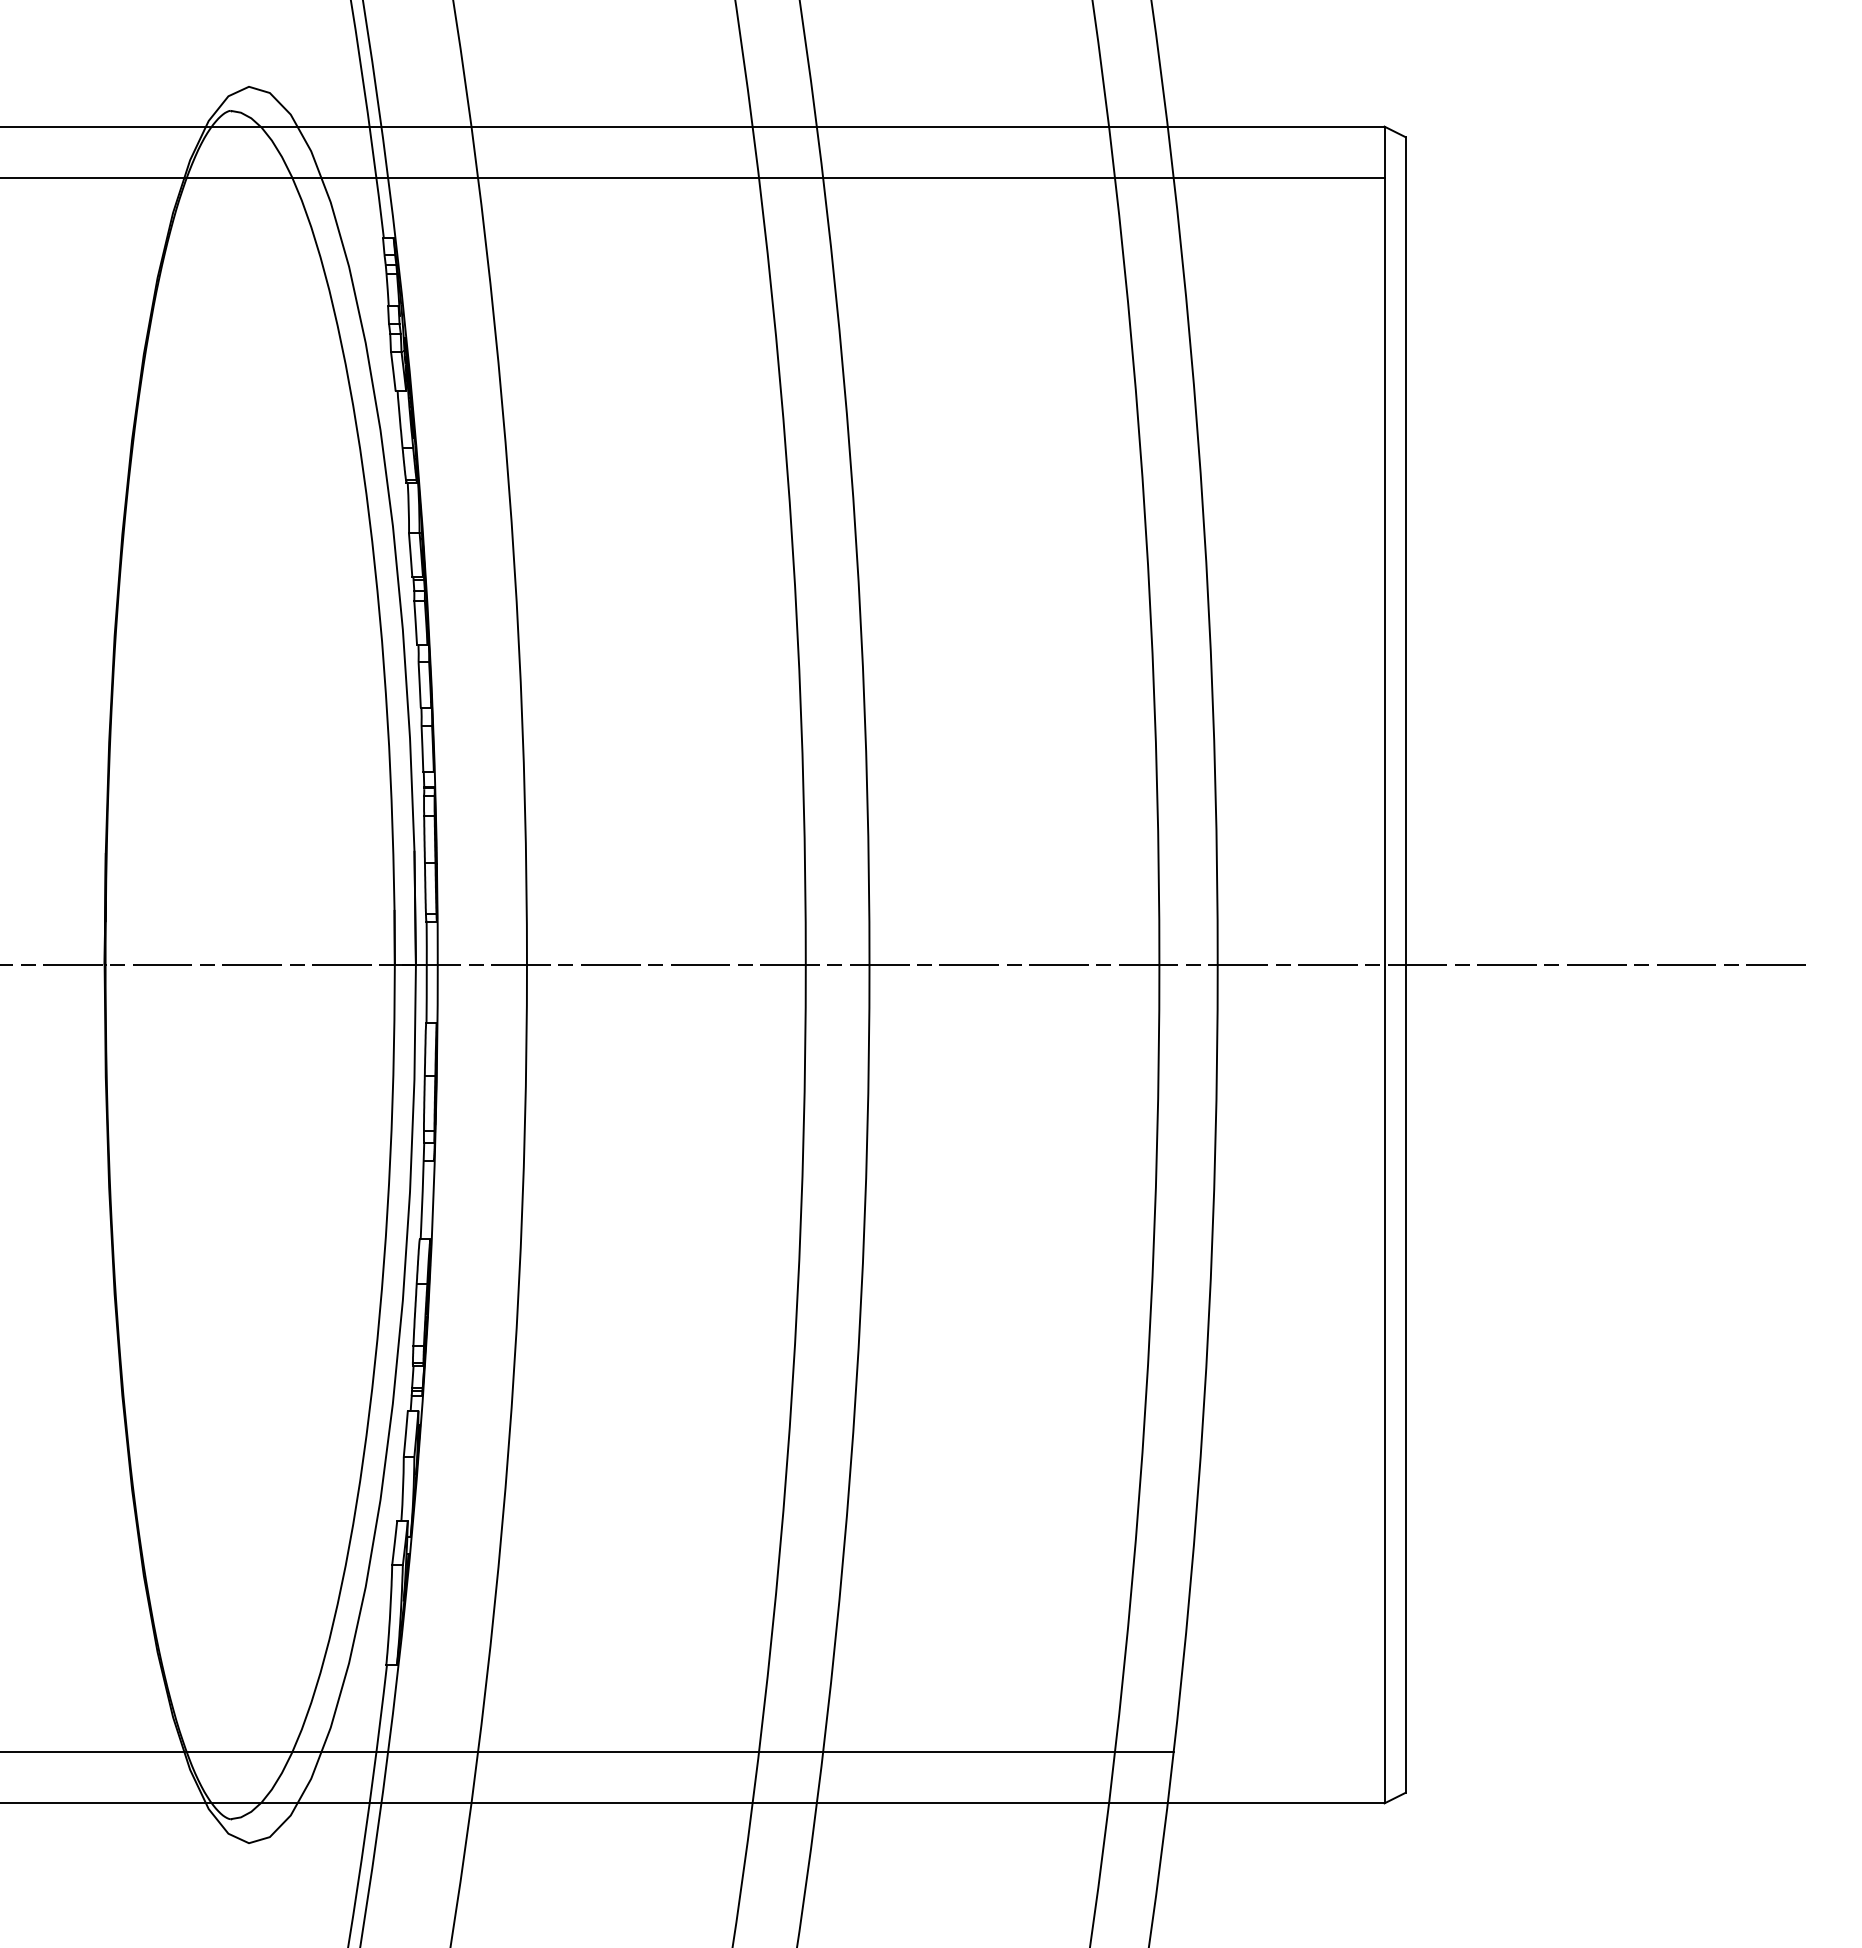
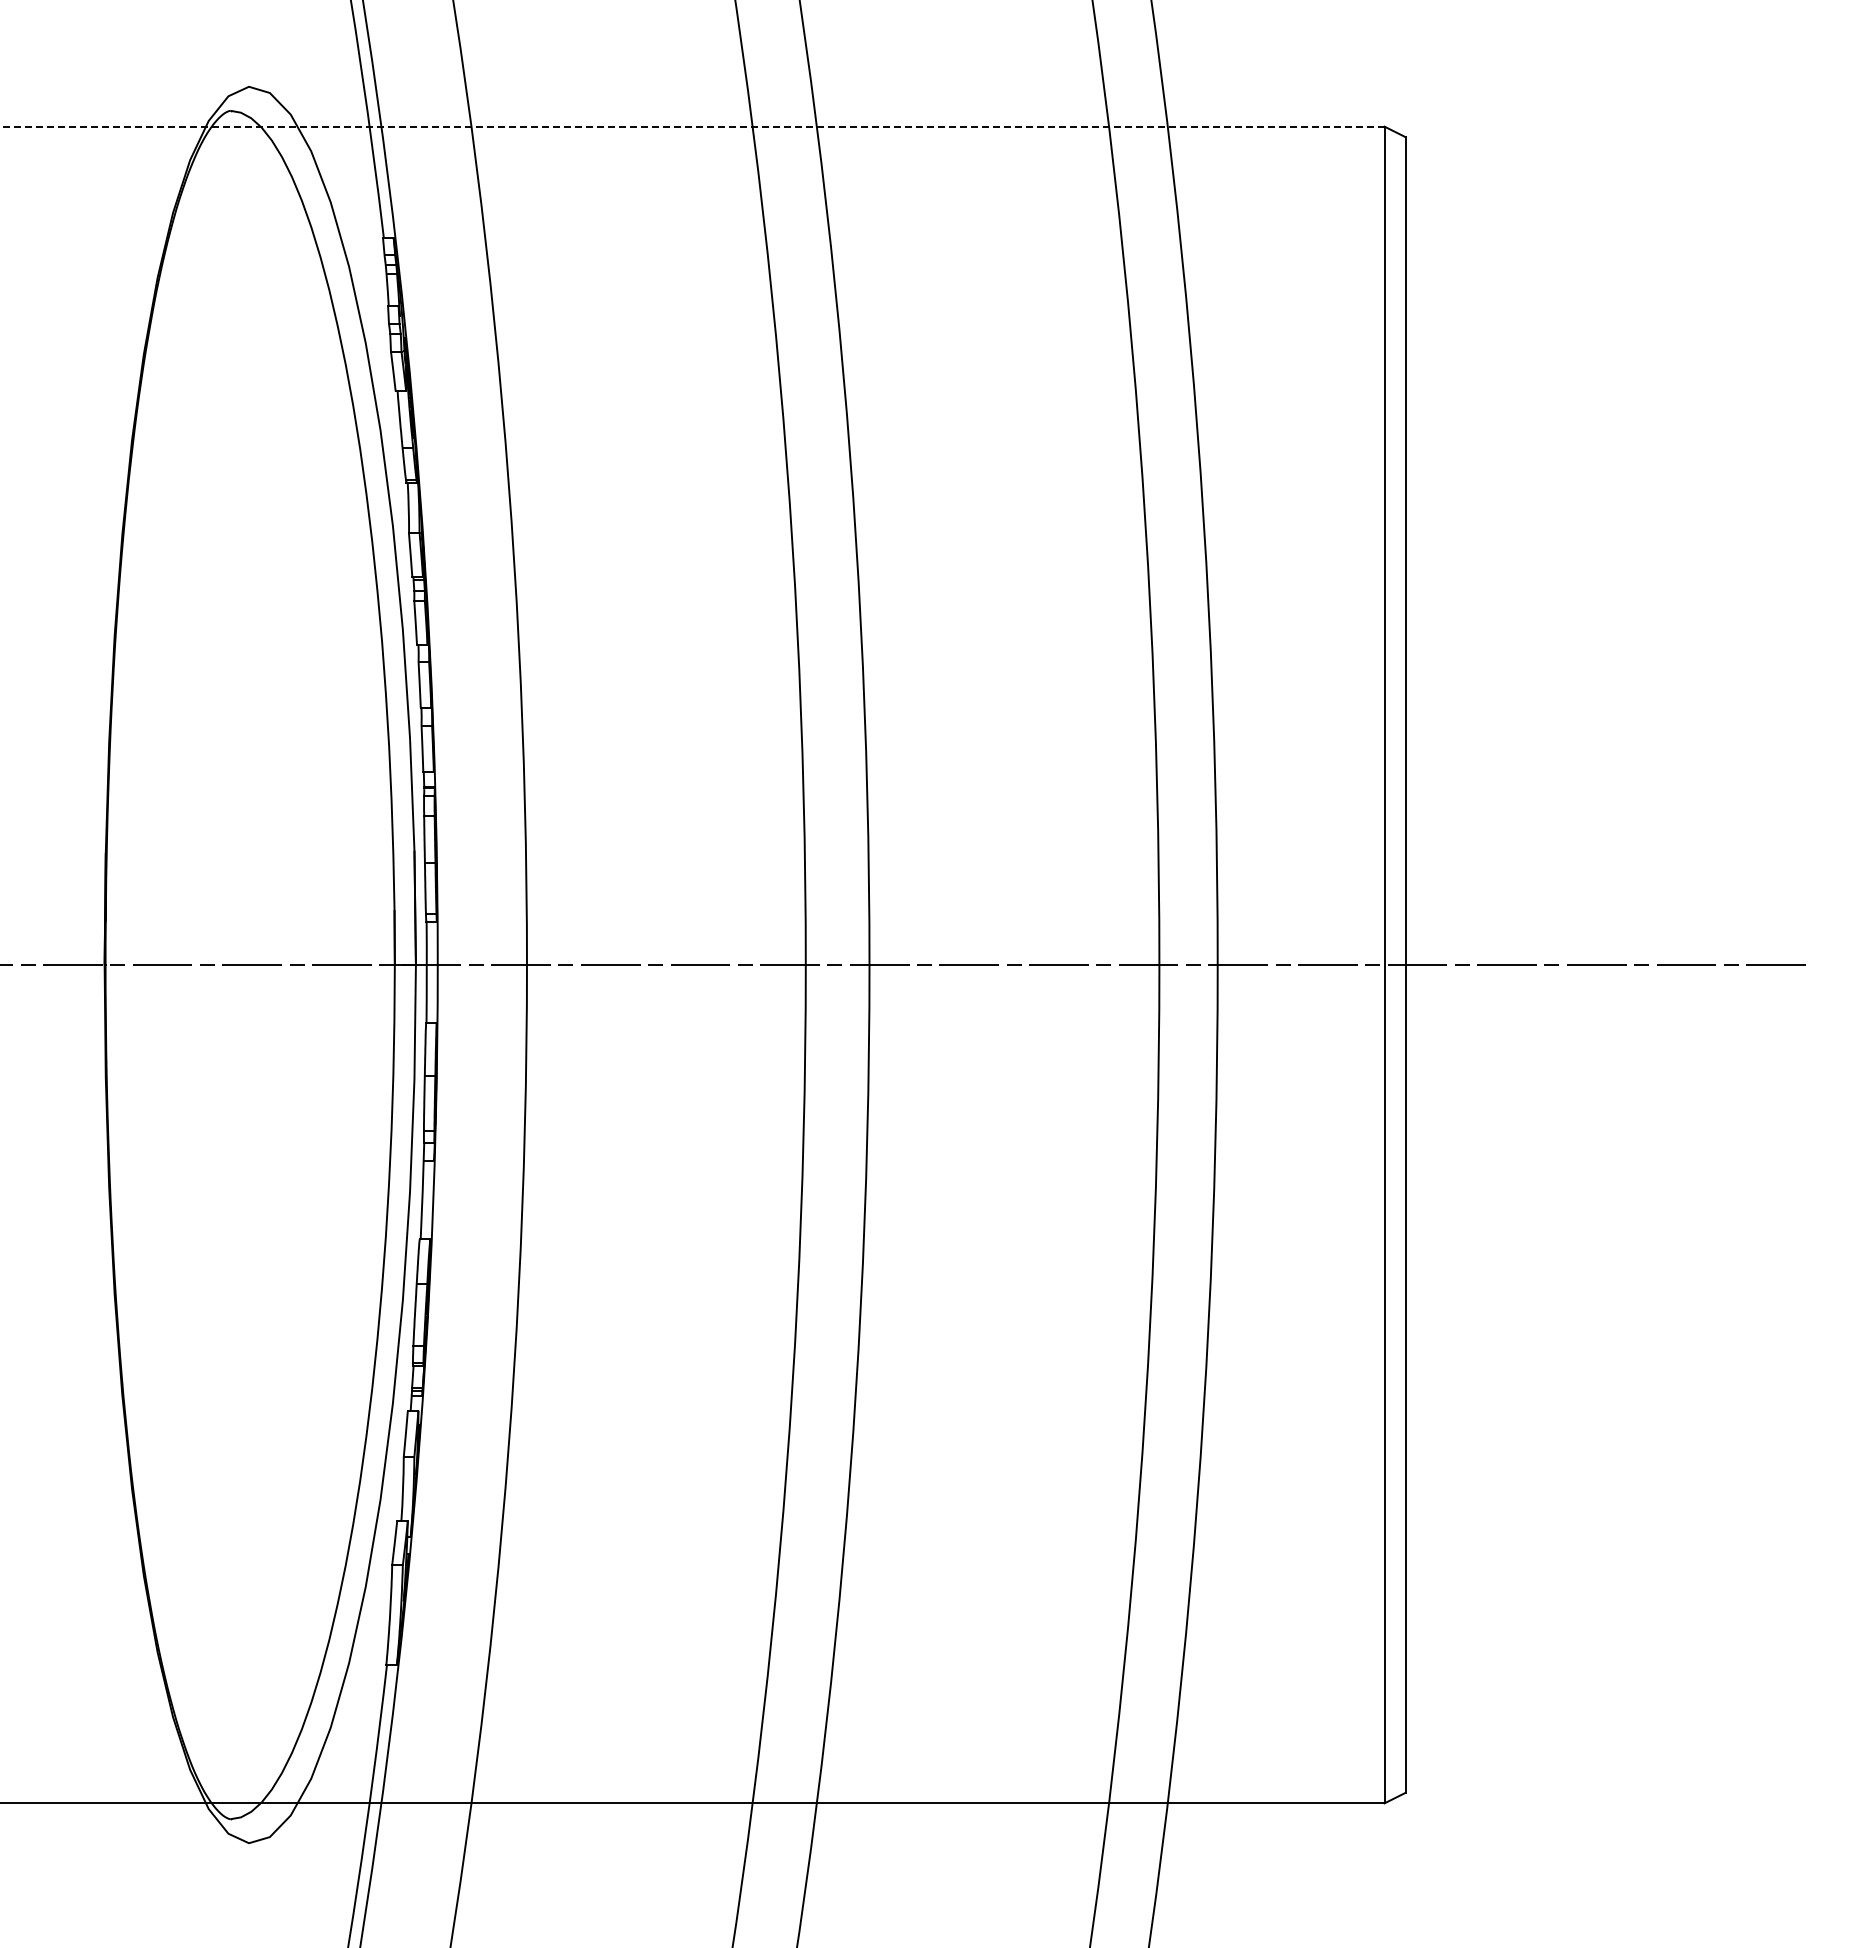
line at (692, 126): solid -> dashed
line at (693, 178): present -> none
line at (587, 1751): present -> none
